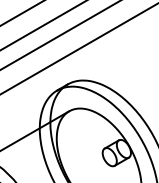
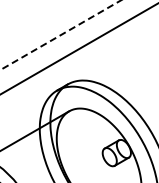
line at (21, 13): present -> none
line at (42, 25): present -> none
line at (60, 35): solid -> dashed
